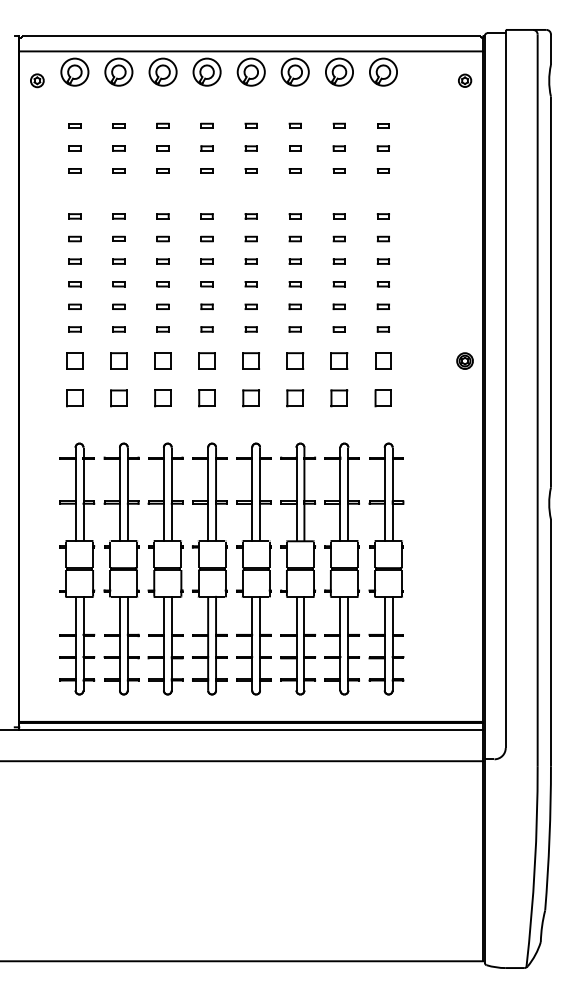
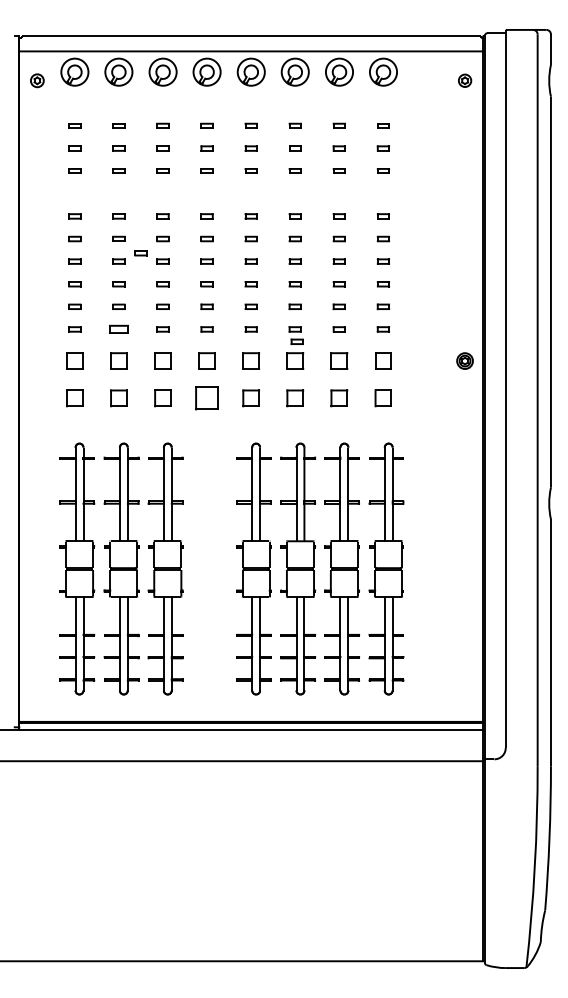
part at (140, 253): none -> present
part at (118, 329) size: 14x7 px -> 20x10 px
part at (296, 341): none -> present
part at (206, 398) size: 18x19 px -> 24x25 px
part at (209, 568): present -> none
